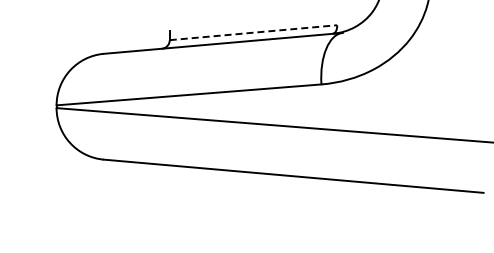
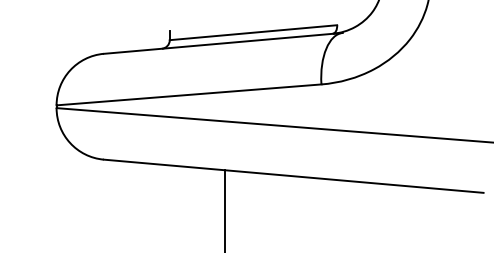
line at (253, 32): dashed -> solid
line at (224, 209): none -> present
